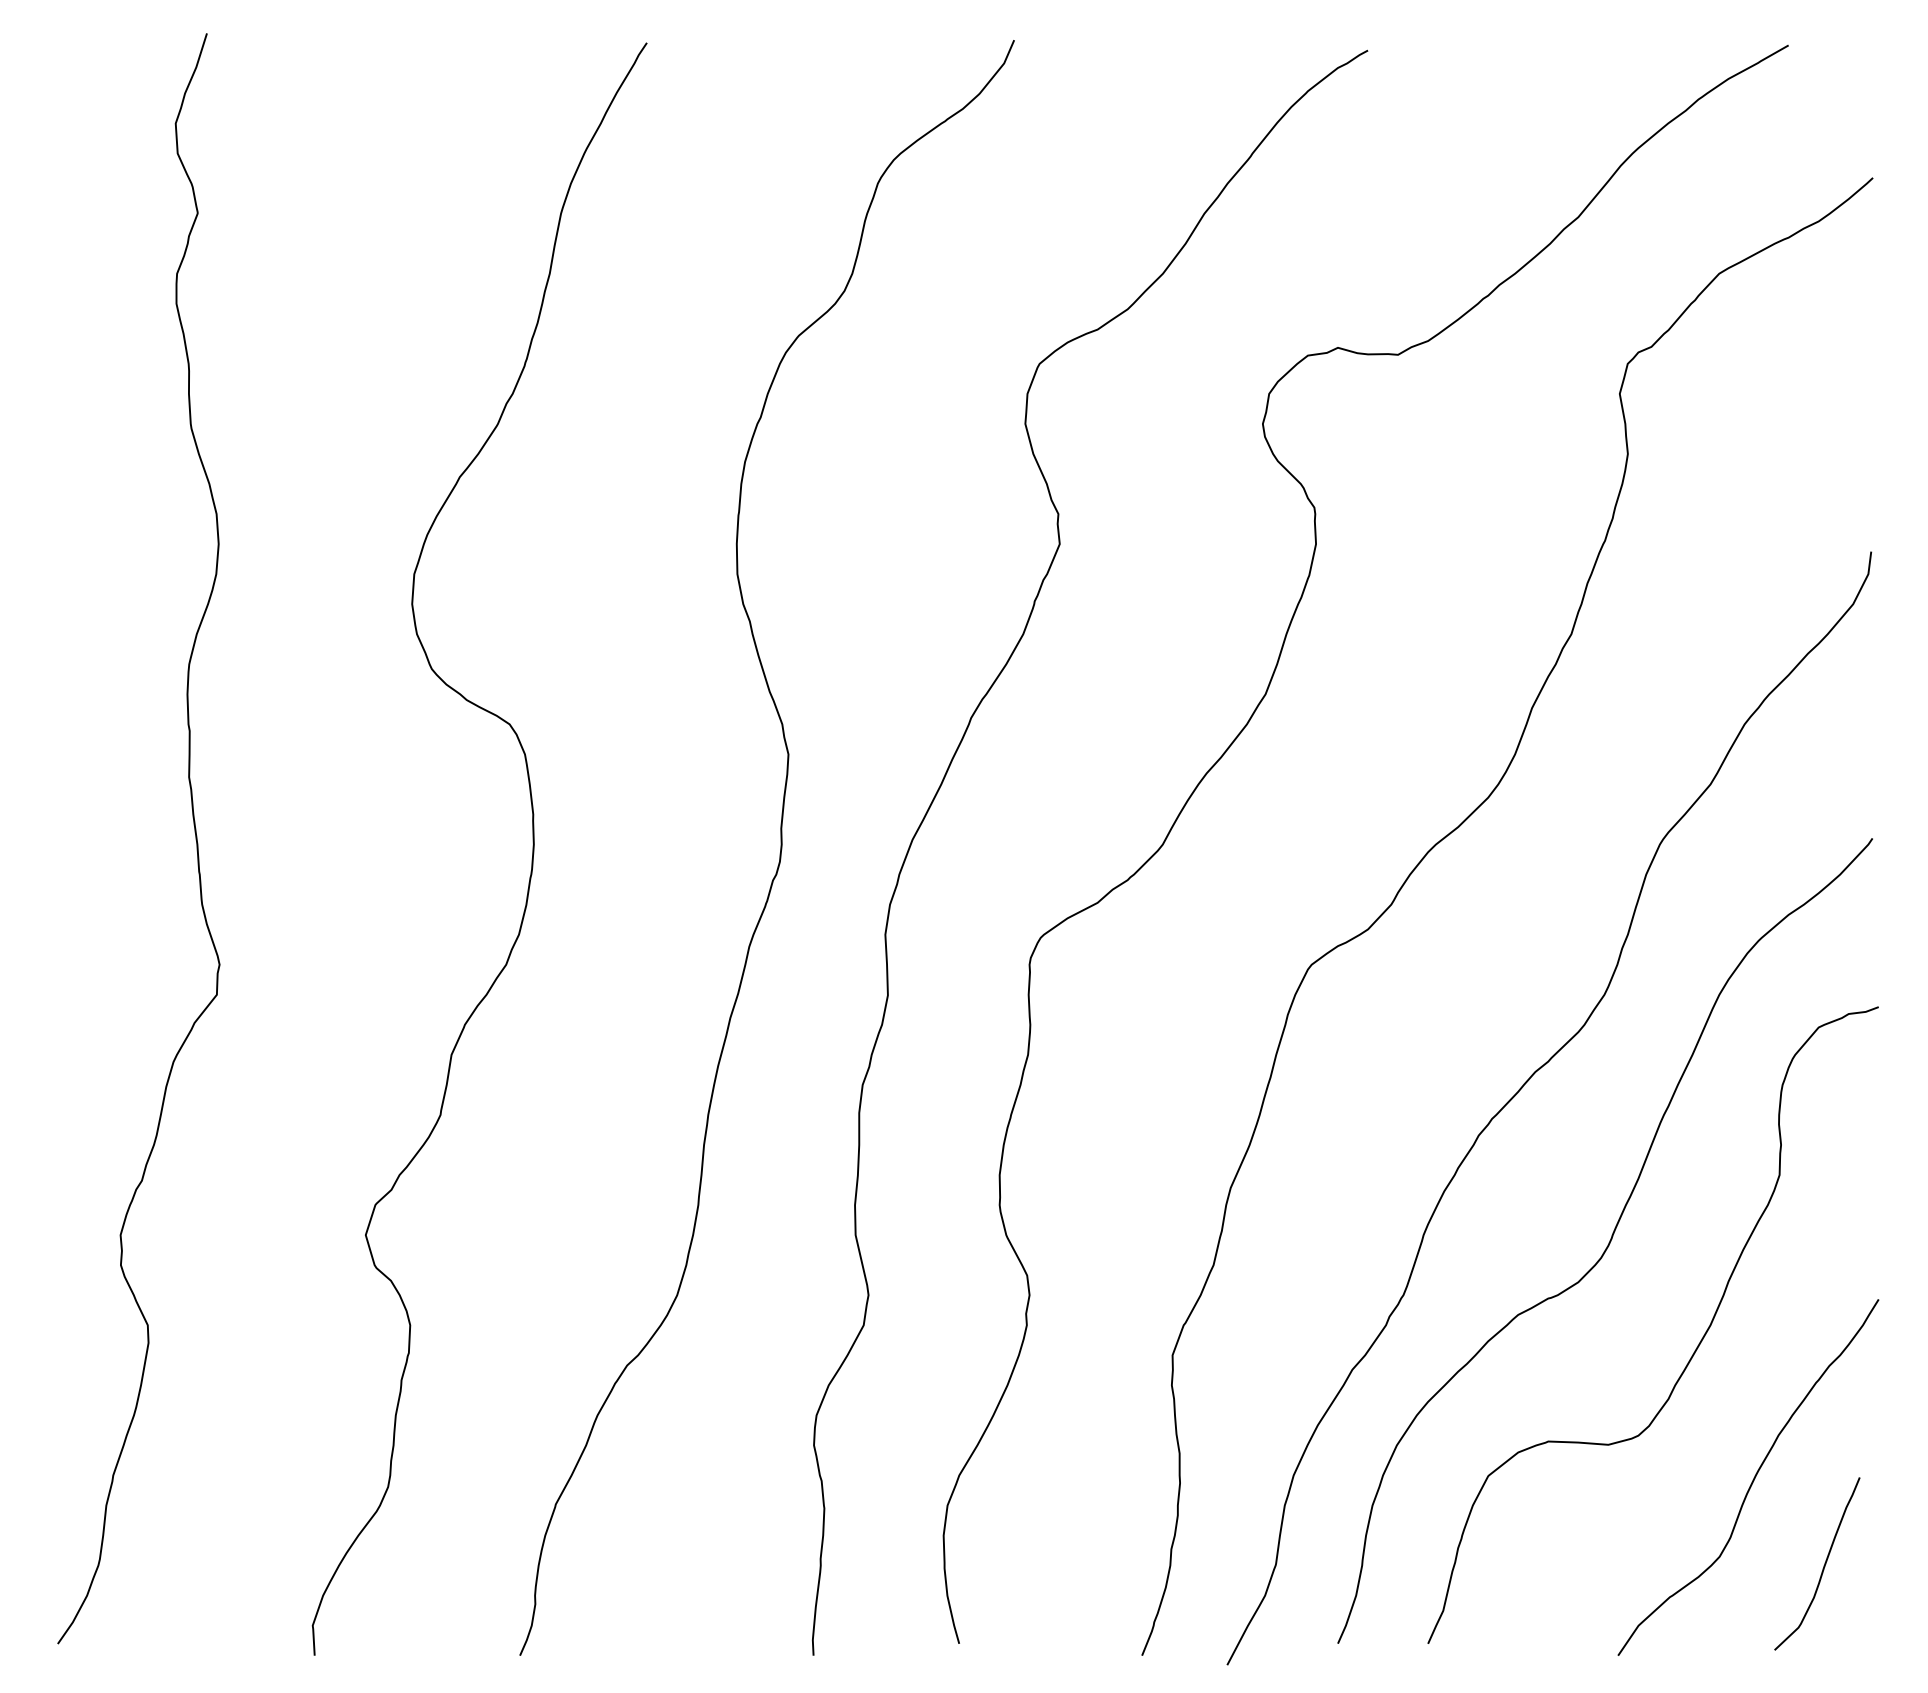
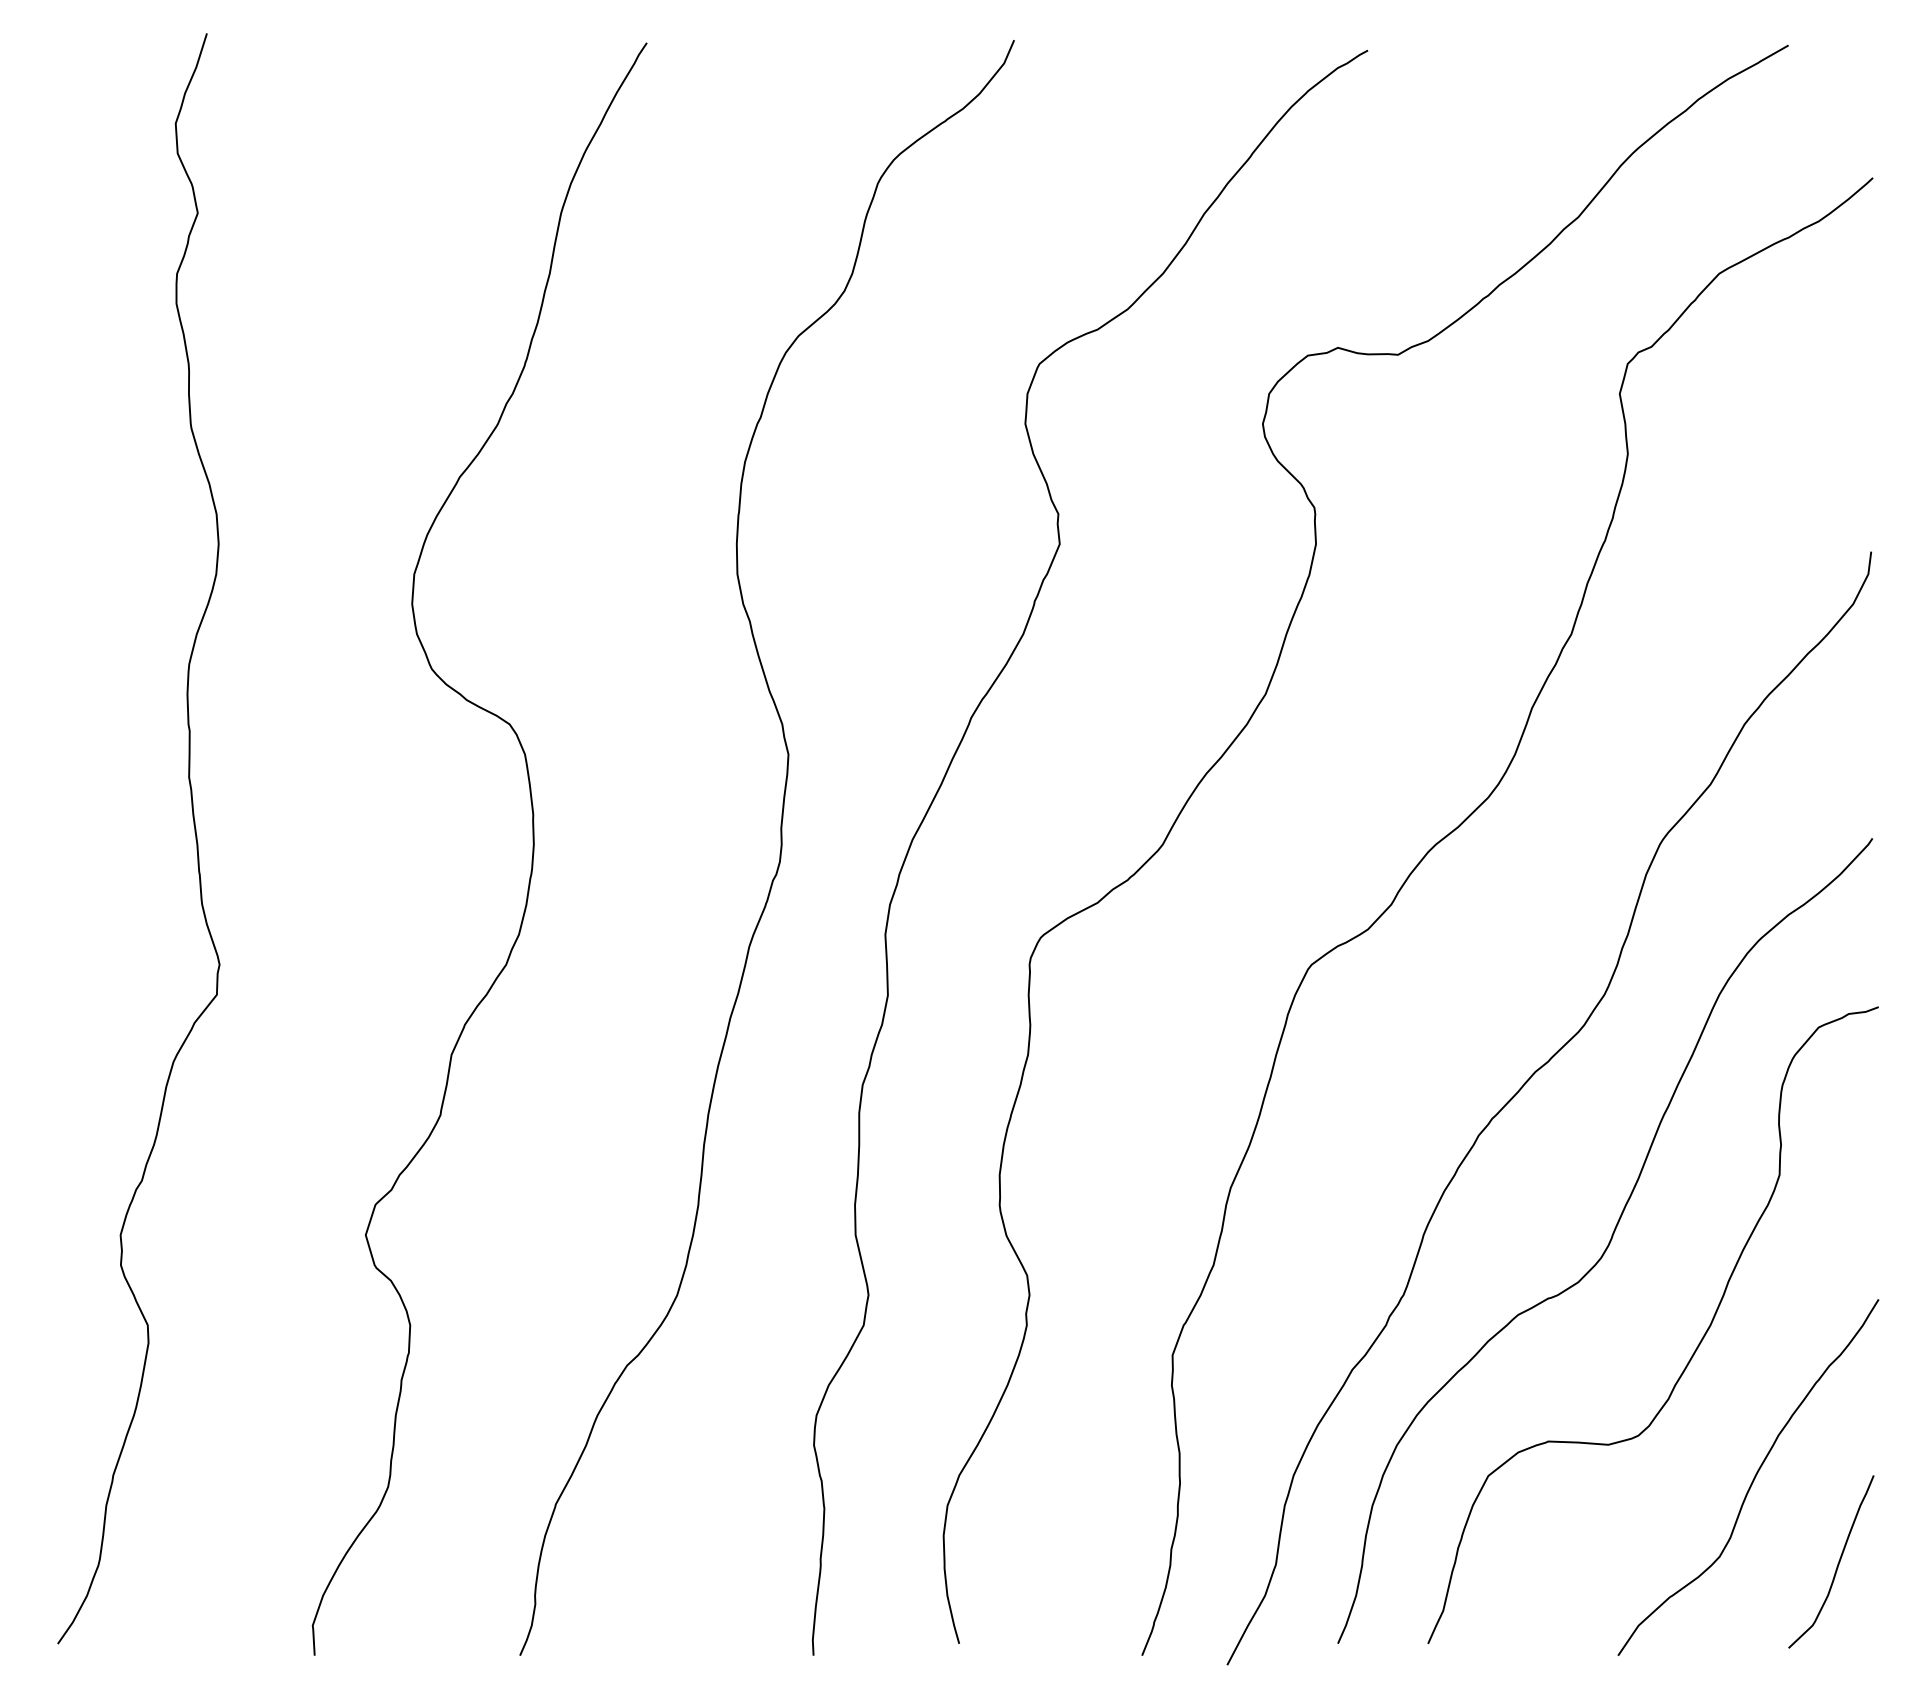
curve at (1823, 1565) position: (1823, 1565) -> (1837, 1563)
